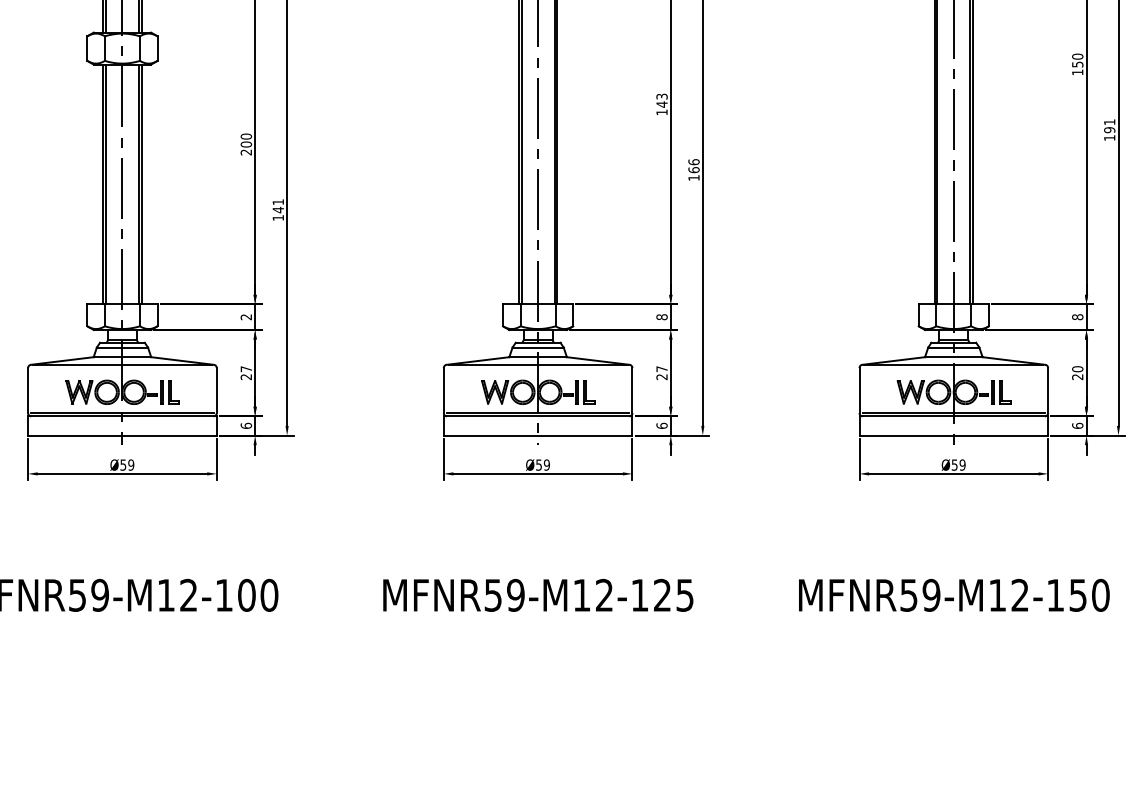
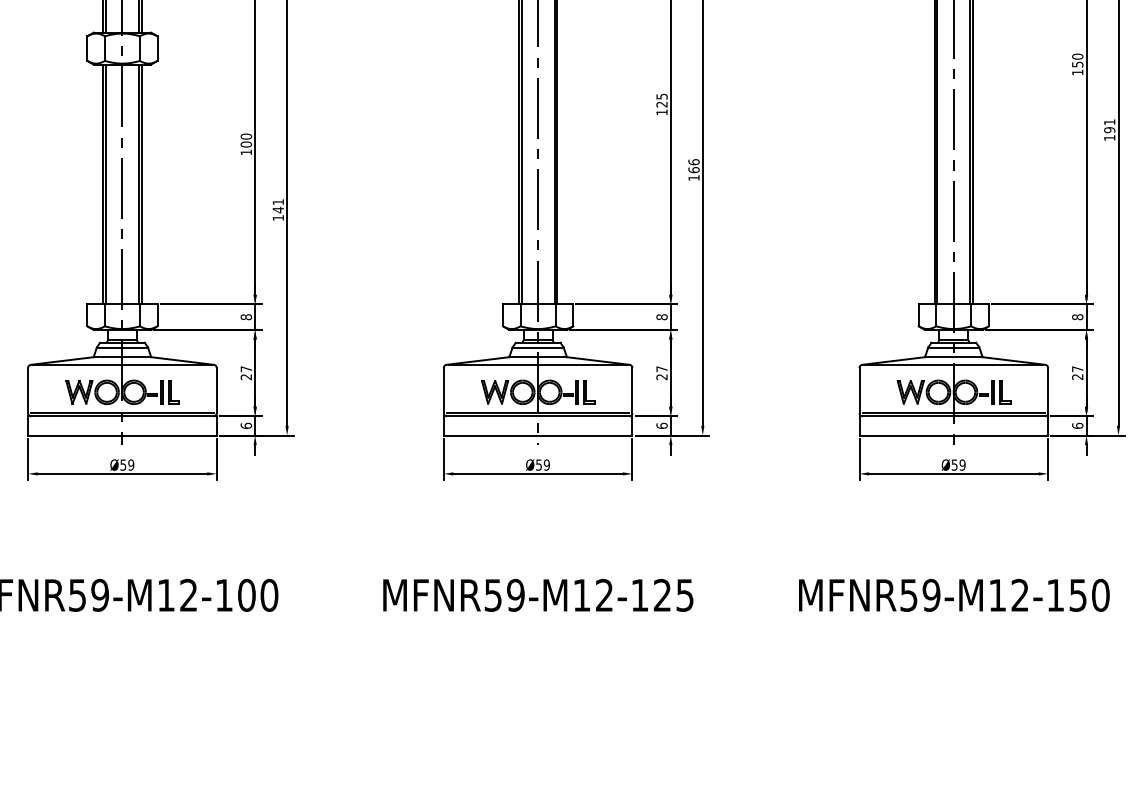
text at (661, 100): 143 -> 125
text at (245, 152): 200 -> 100
text at (246, 317): 2 -> 8
text at (1077, 369): 20 -> 27
